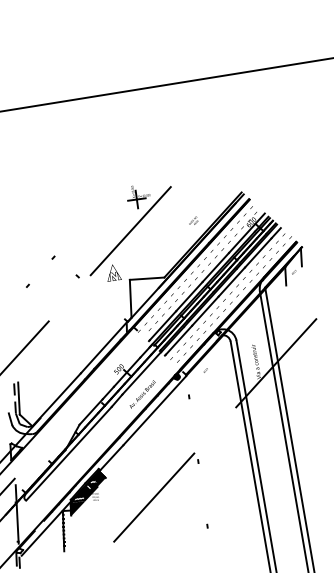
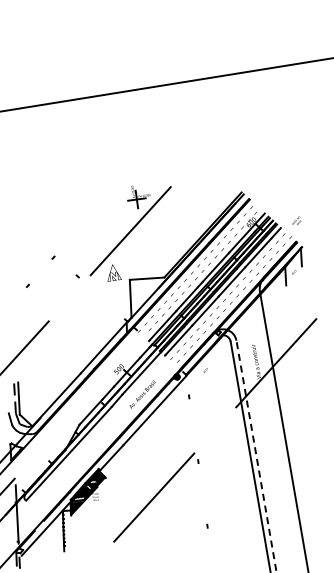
text at (193, 220) position: (193, 220) -> (296, 220)
line at (289, 428): present -> none
line at (256, 456): solid -> dashed
